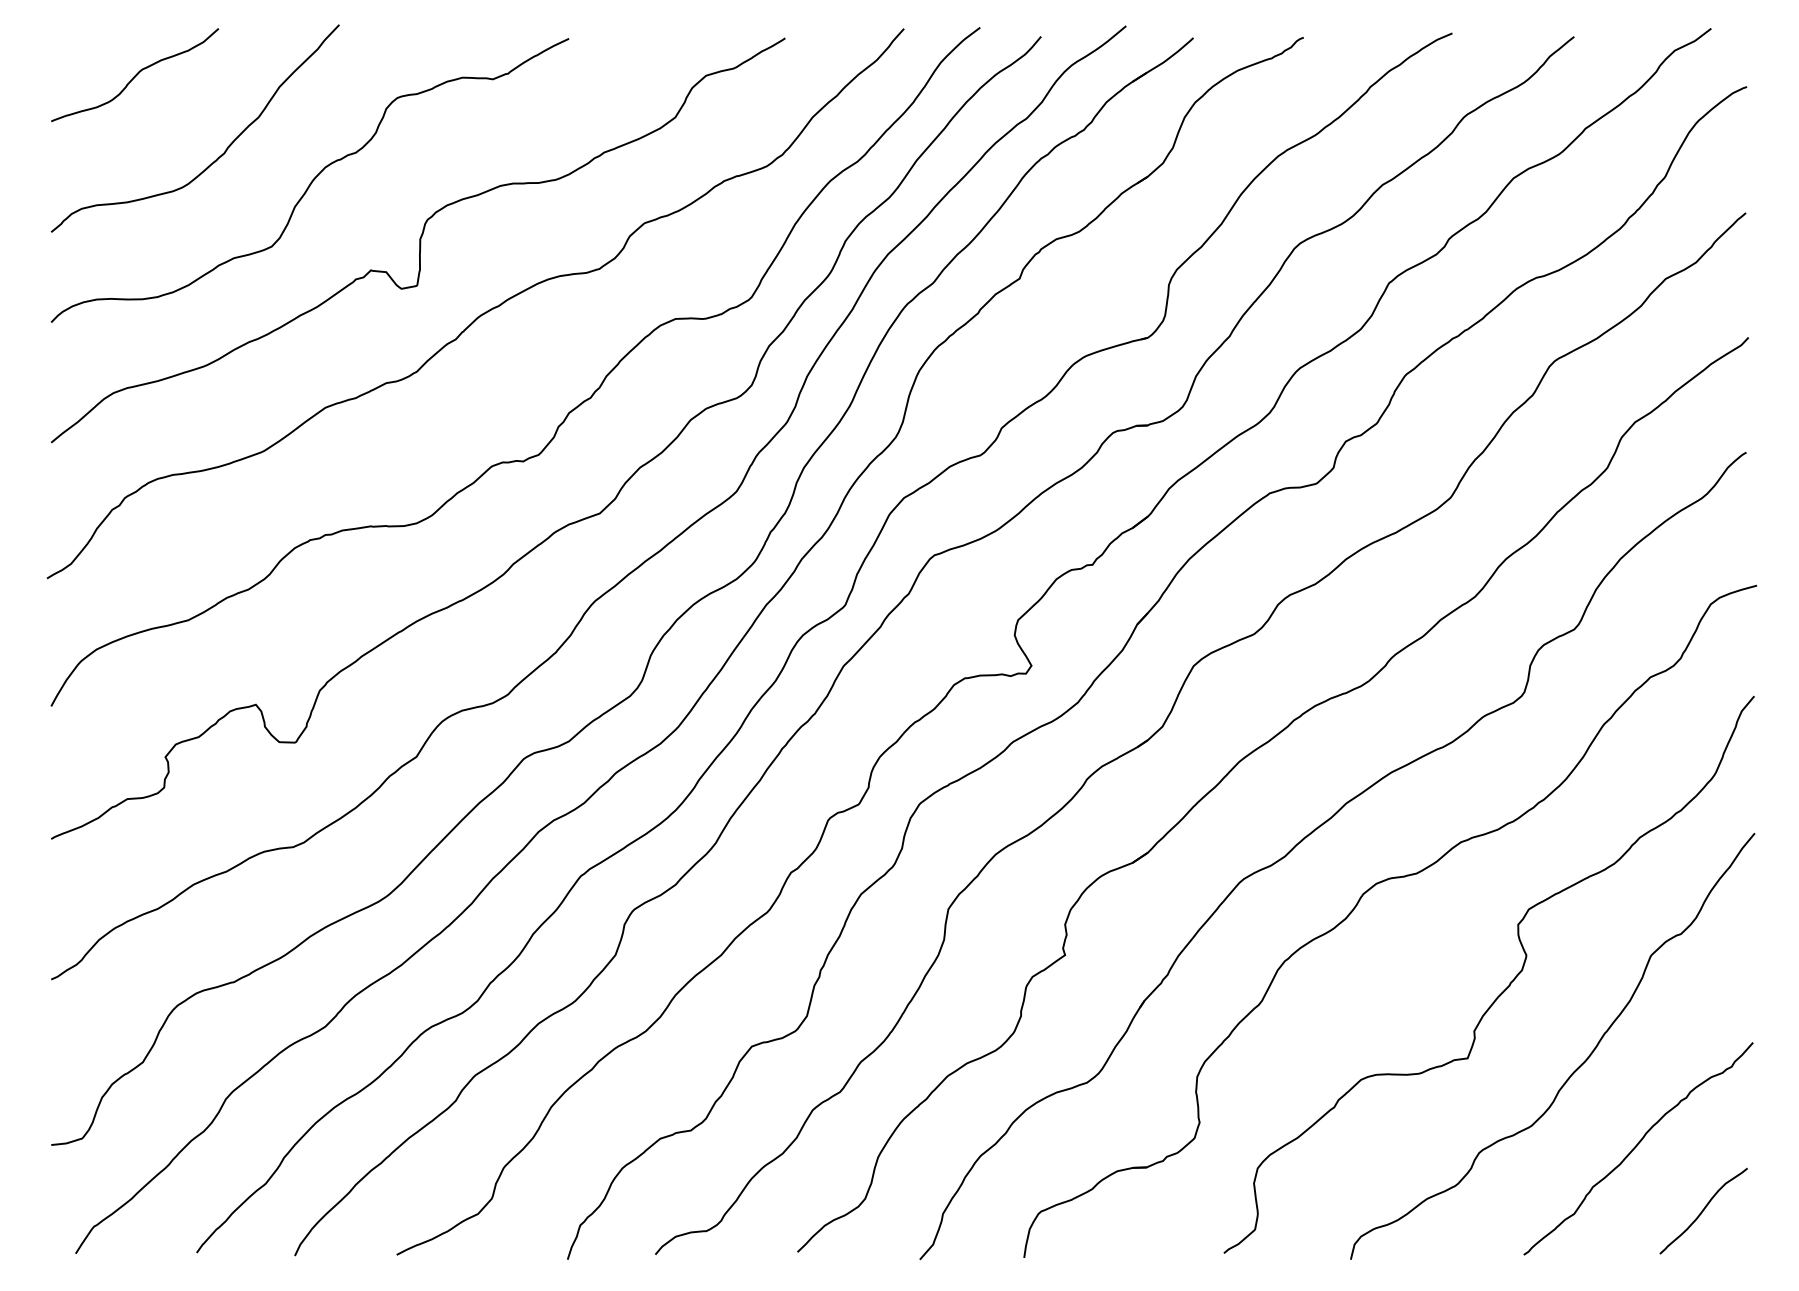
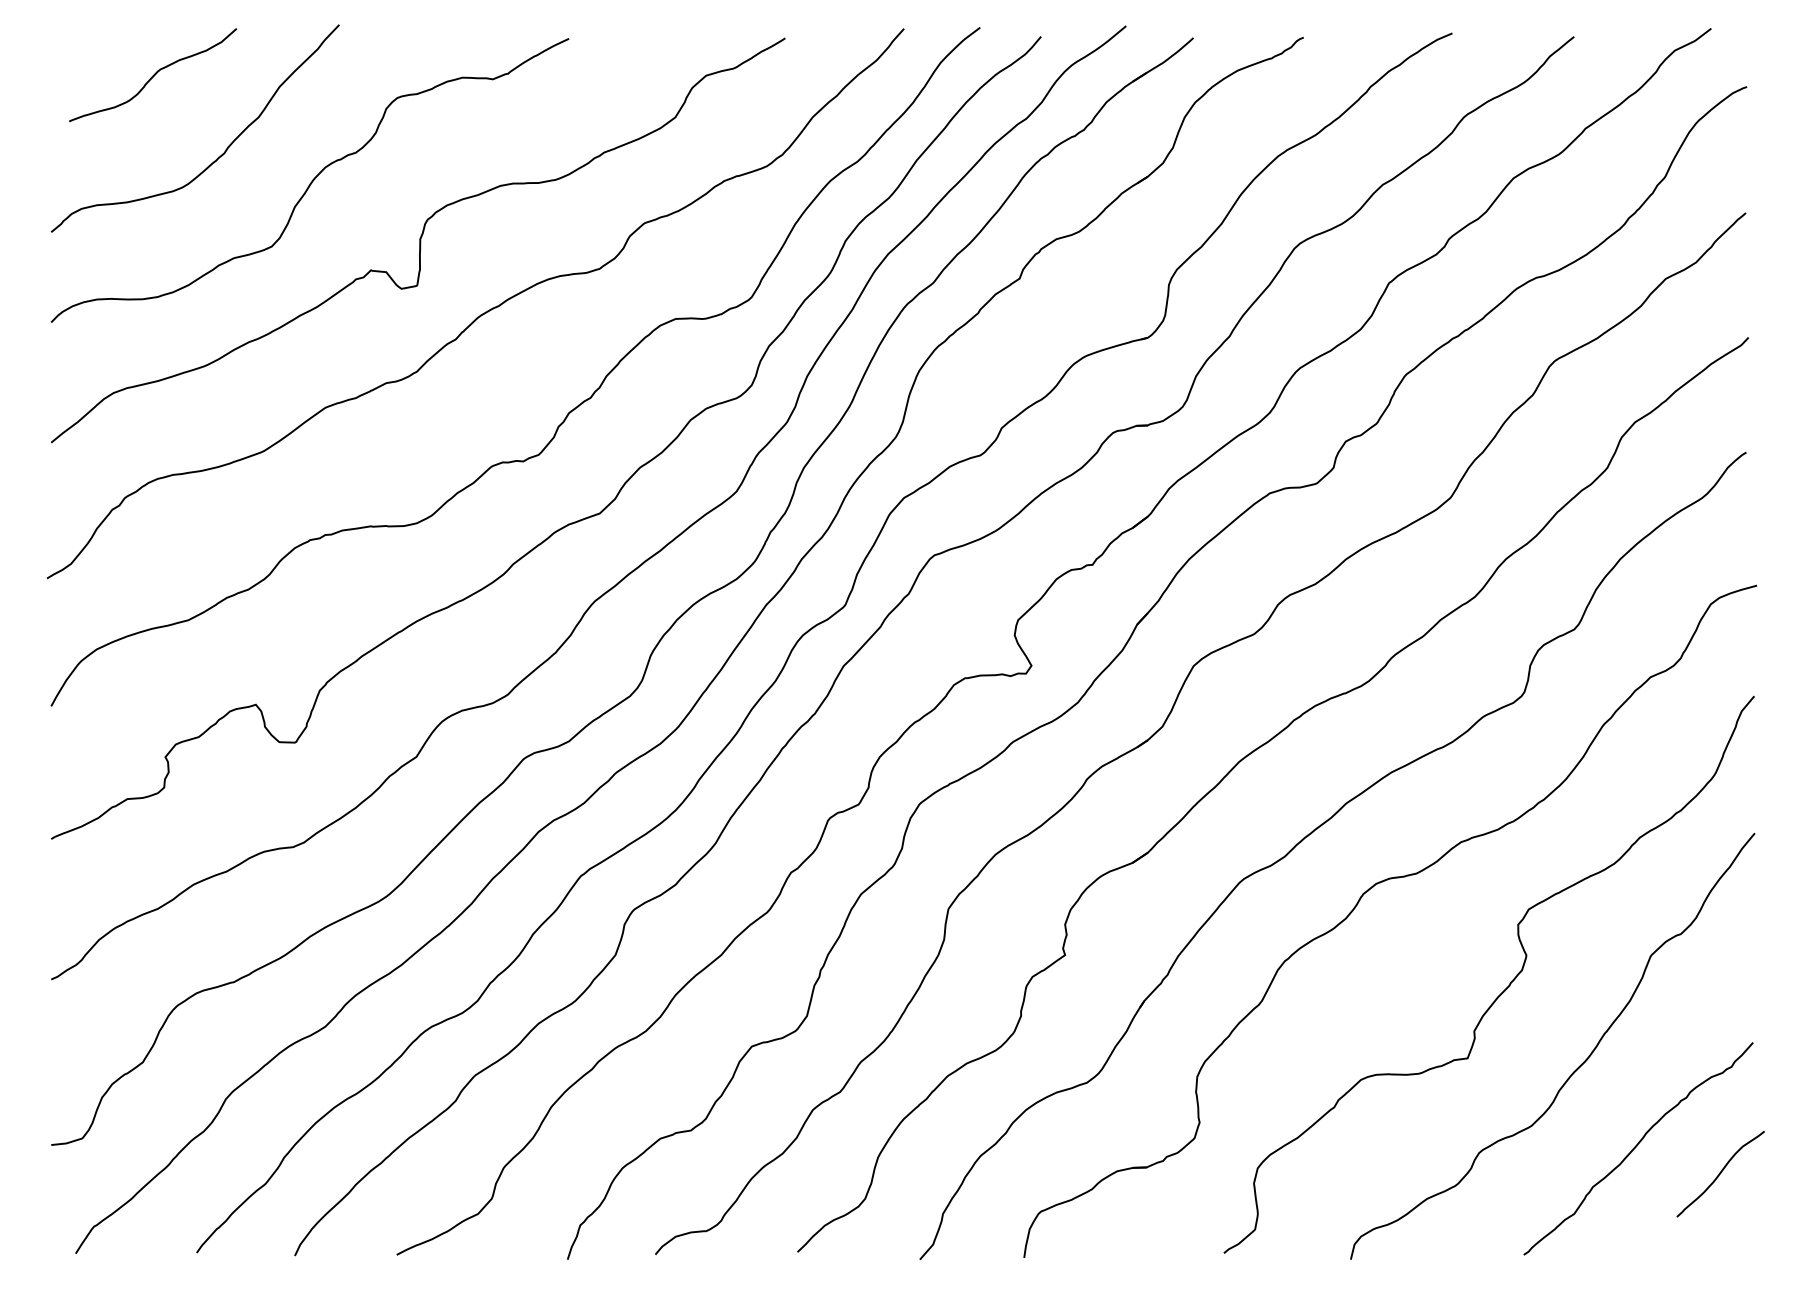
curve at (135, 75) position: (135, 75) -> (153, 75)
curve at (1703, 1211) position: (1703, 1211) -> (1720, 1174)
